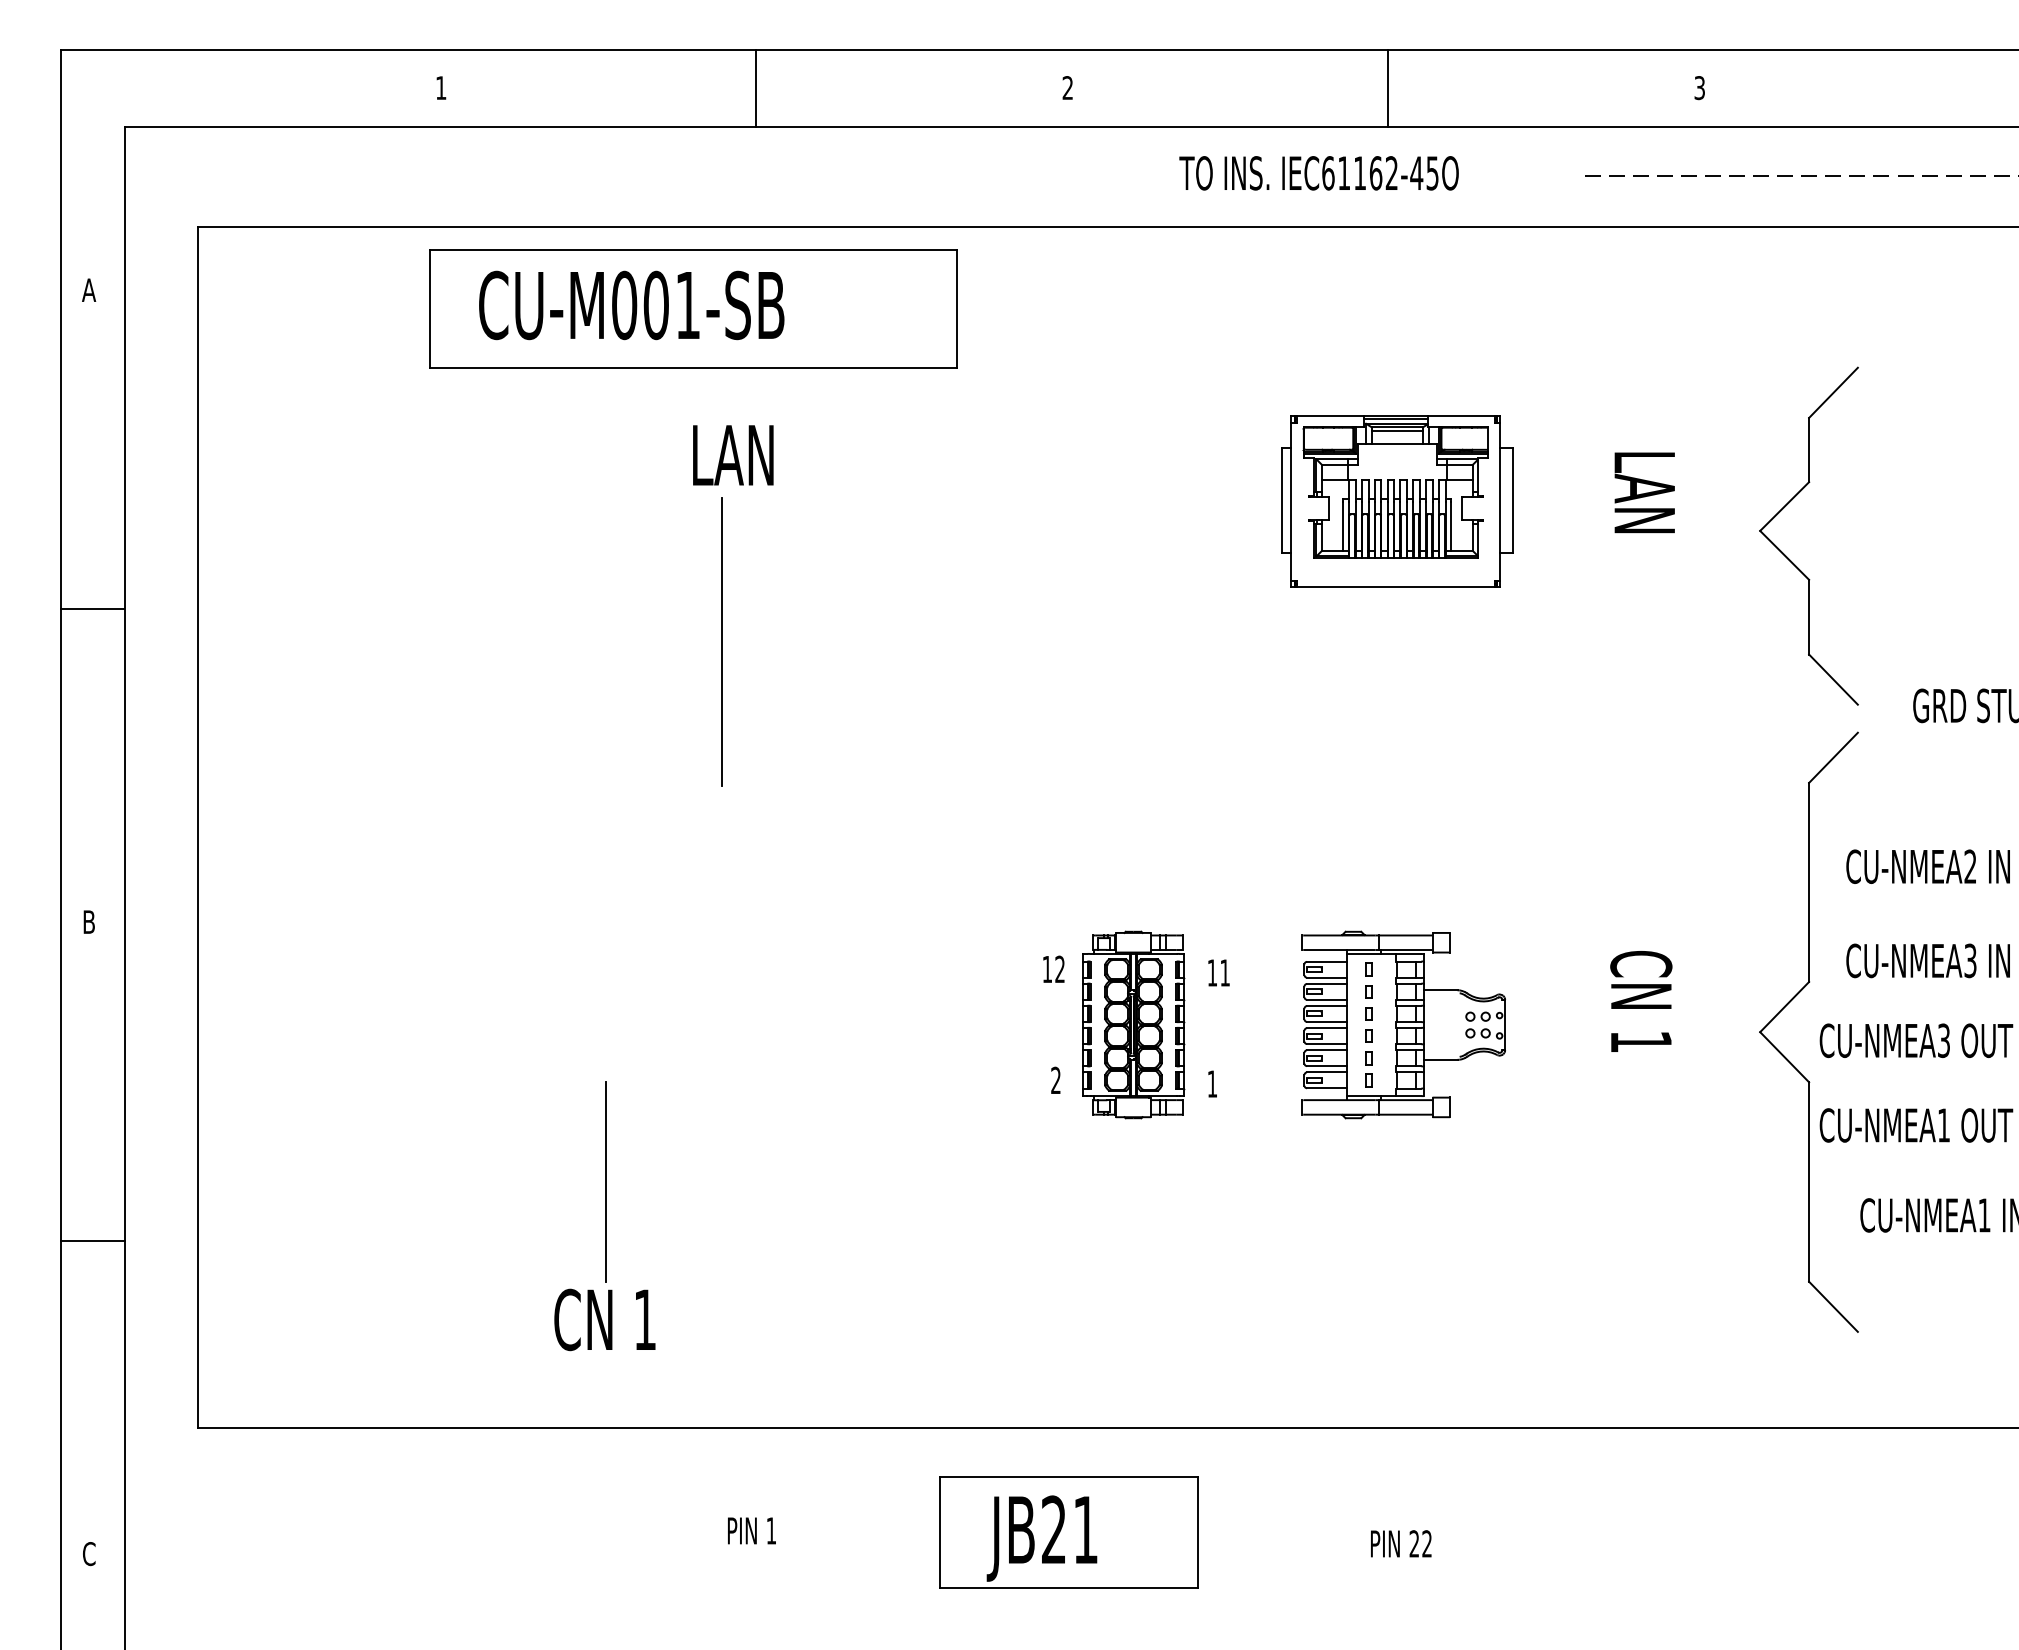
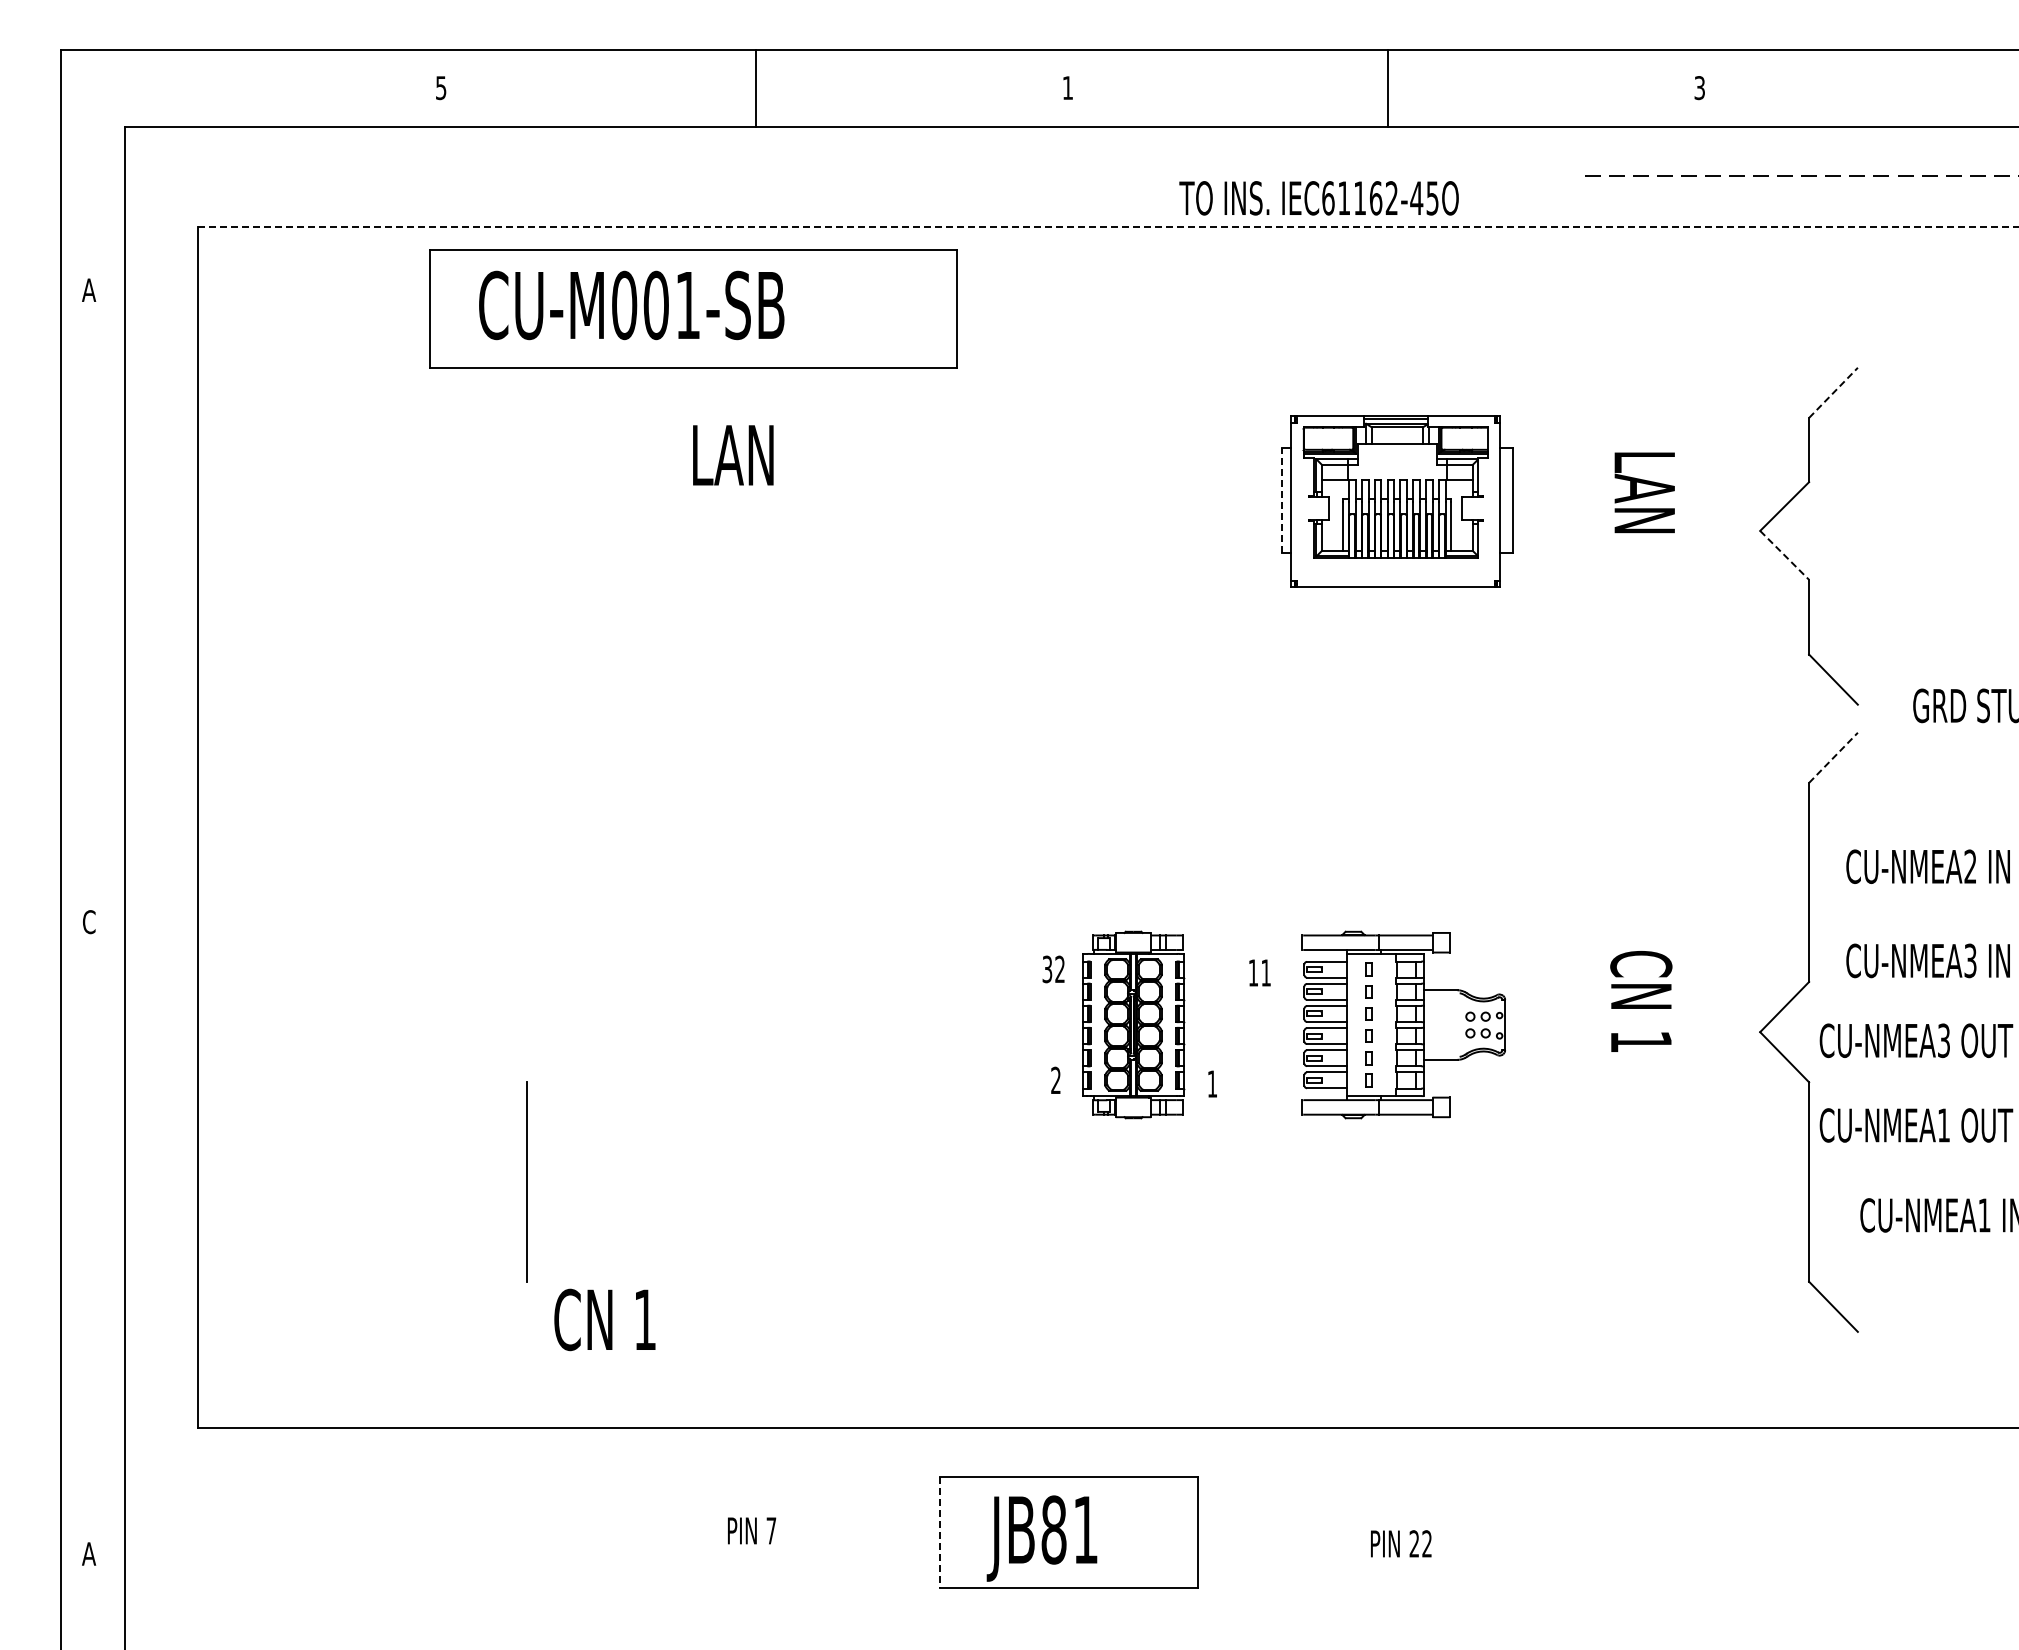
text at (1067, 87): 2 -> 1
text at (441, 88): 1 -> 5
text at (1318, 173) position: (1318, 173) -> (1318, 198)
line at (1108, 226): solid -> dashed
line at (1833, 392): solid -> dashed
line at (1397, 431): present -> none
line at (1281, 499): solid -> dashed
line at (1784, 555): solid -> dashed
line at (91, 609): present -> none
line at (722, 641): present -> none
line at (1833, 757): solid -> dashed
text at (89, 922): B -> C
text at (1047, 969): 12 -> 32
text at (1218, 972) position: (1218, 972) -> (1259, 972)
line at (605, 1181) position: (605, 1181) -> (526, 1181)
line at (92, 1241): present -> none
text at (1053, 1529): JB21 -> JB81
text at (771, 1530): 1 -> 7
line at (940, 1532): solid -> dashed
text at (89, 1554): C -> A
